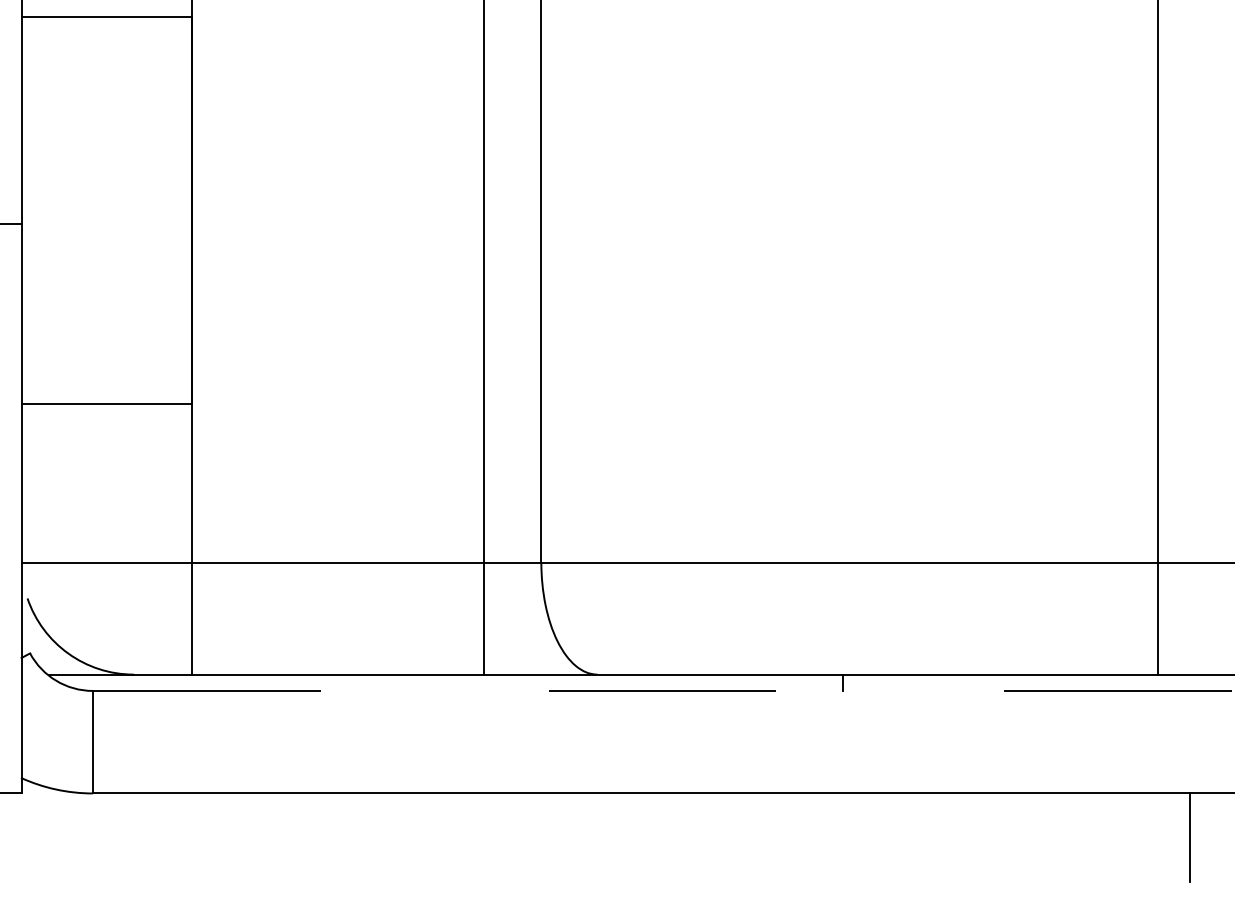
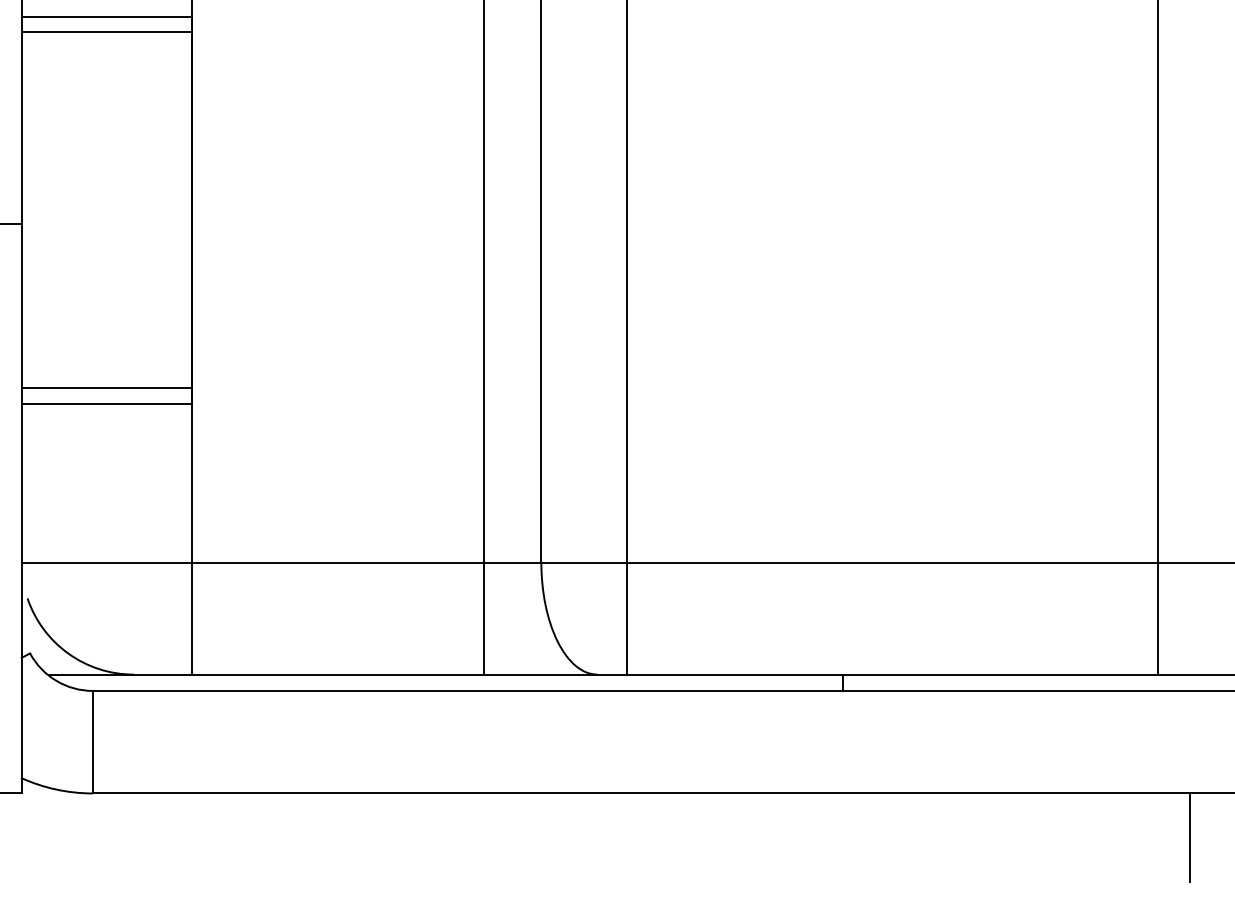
line at (106, 32): none -> present
line at (626, 338): none -> present
line at (106, 388): none -> present
line at (663, 690): dashed -> solid
